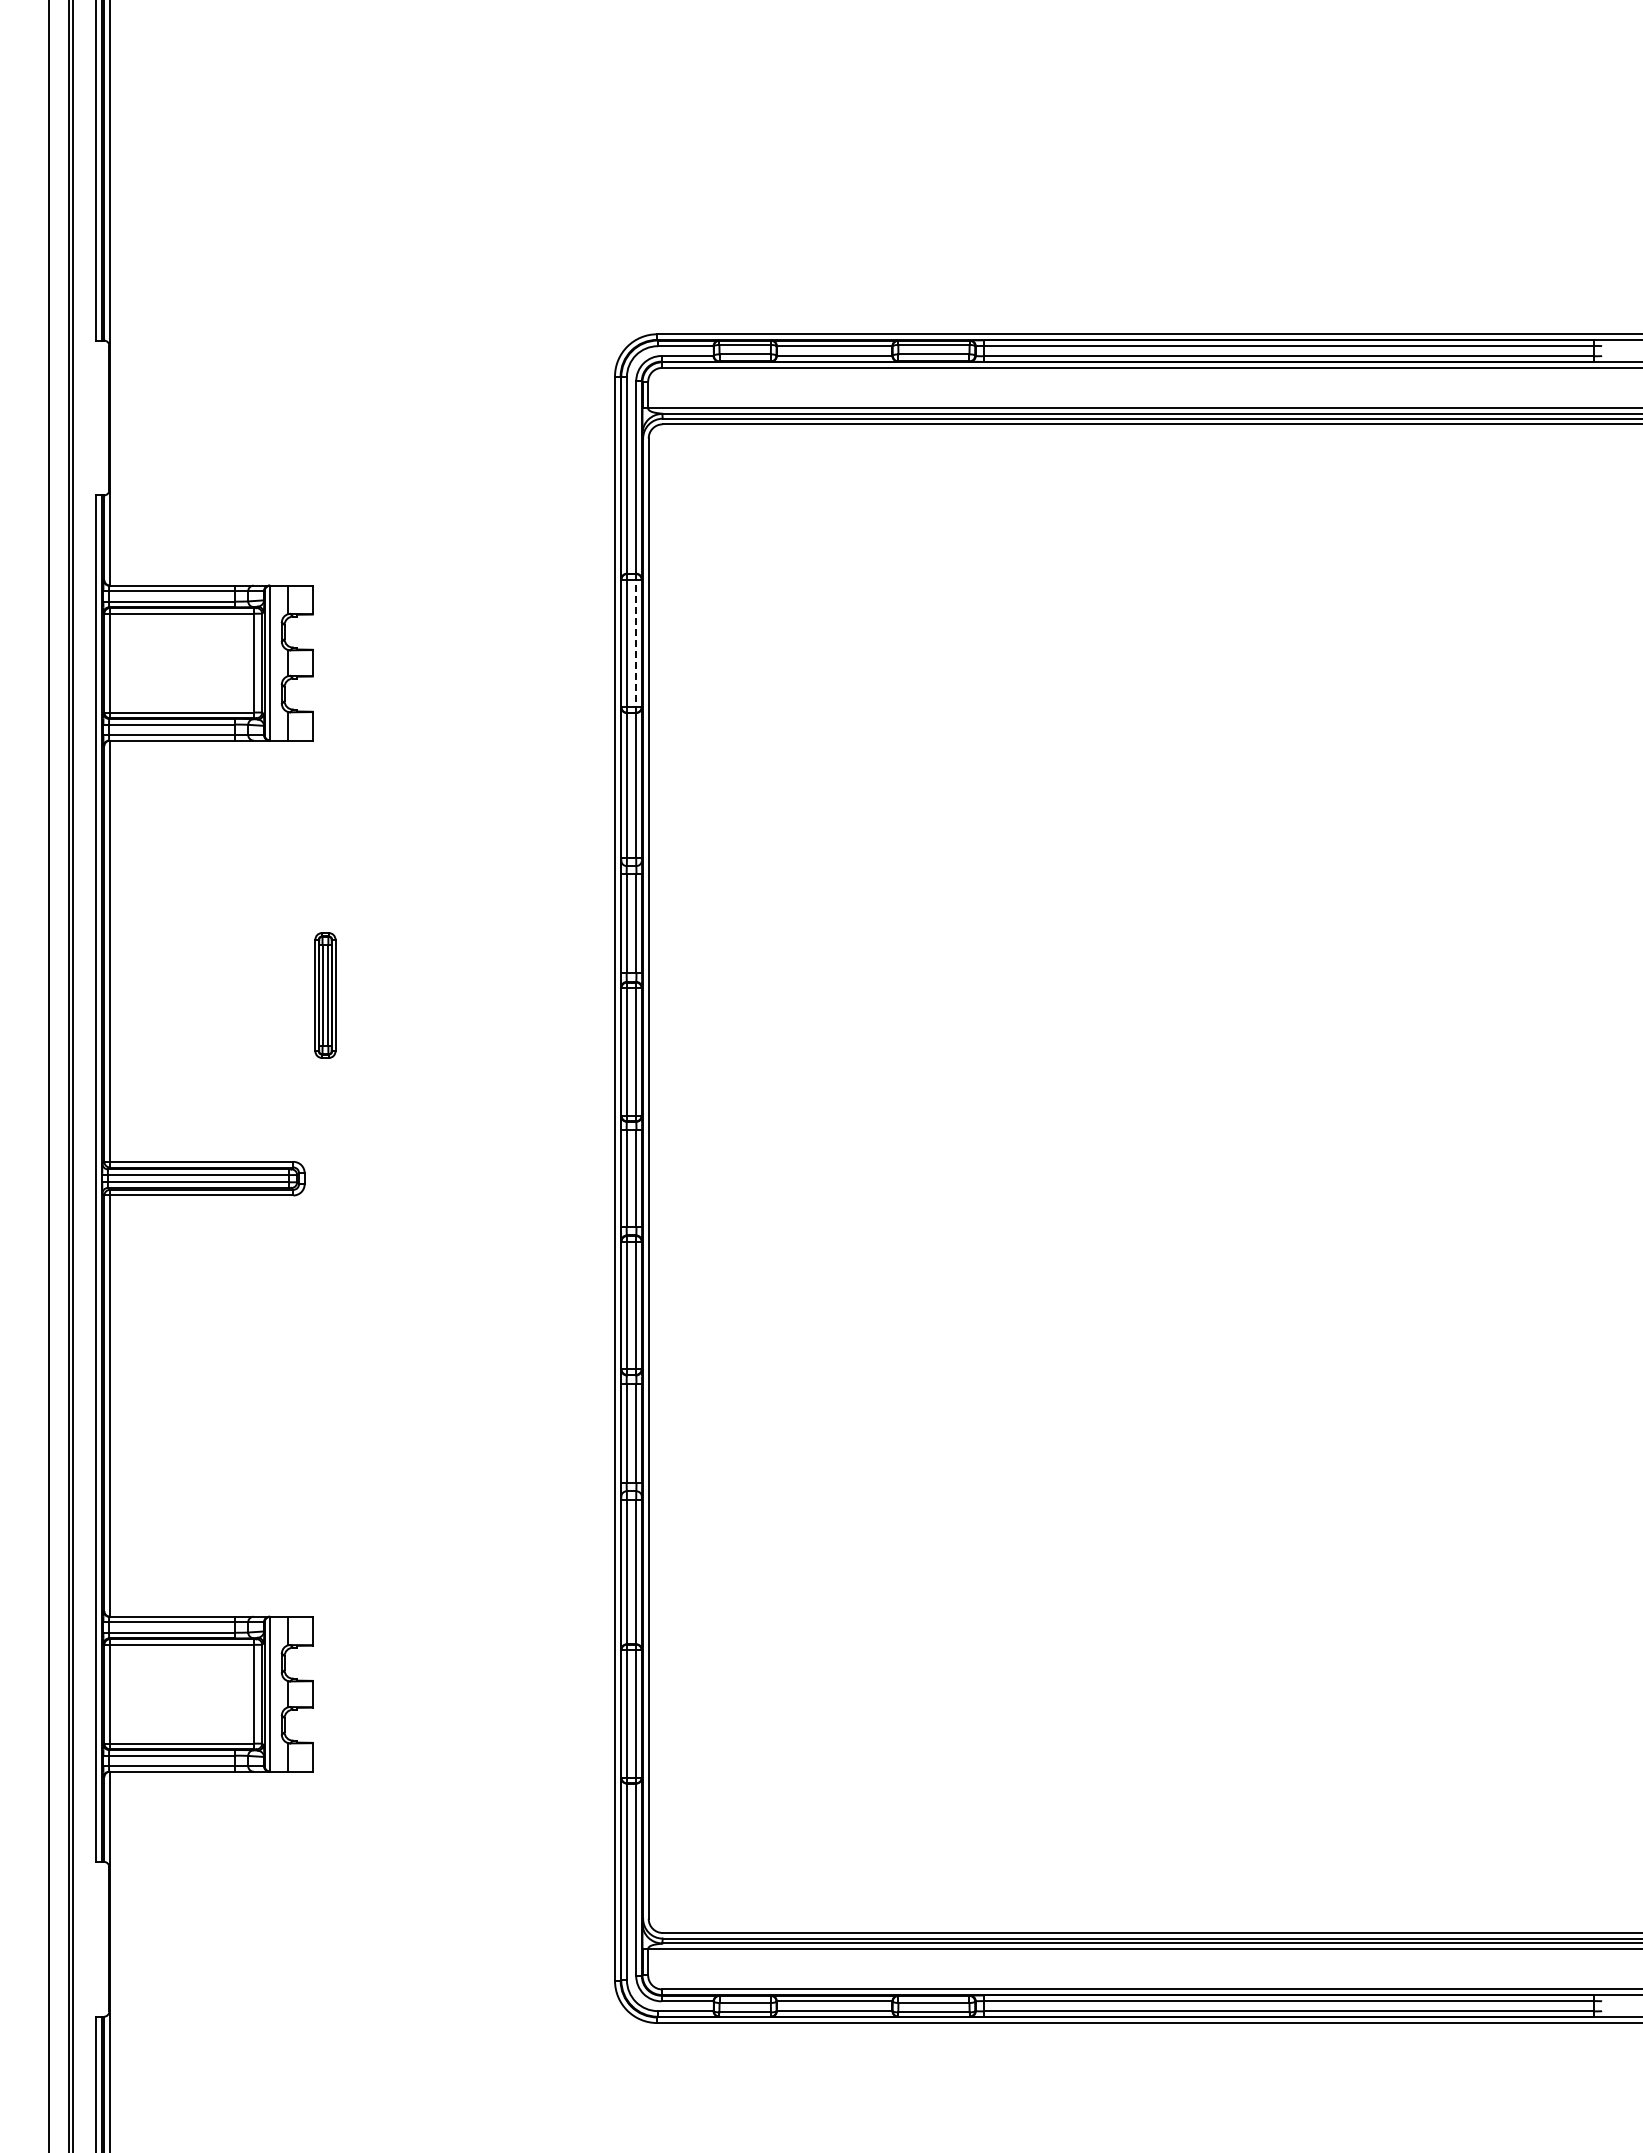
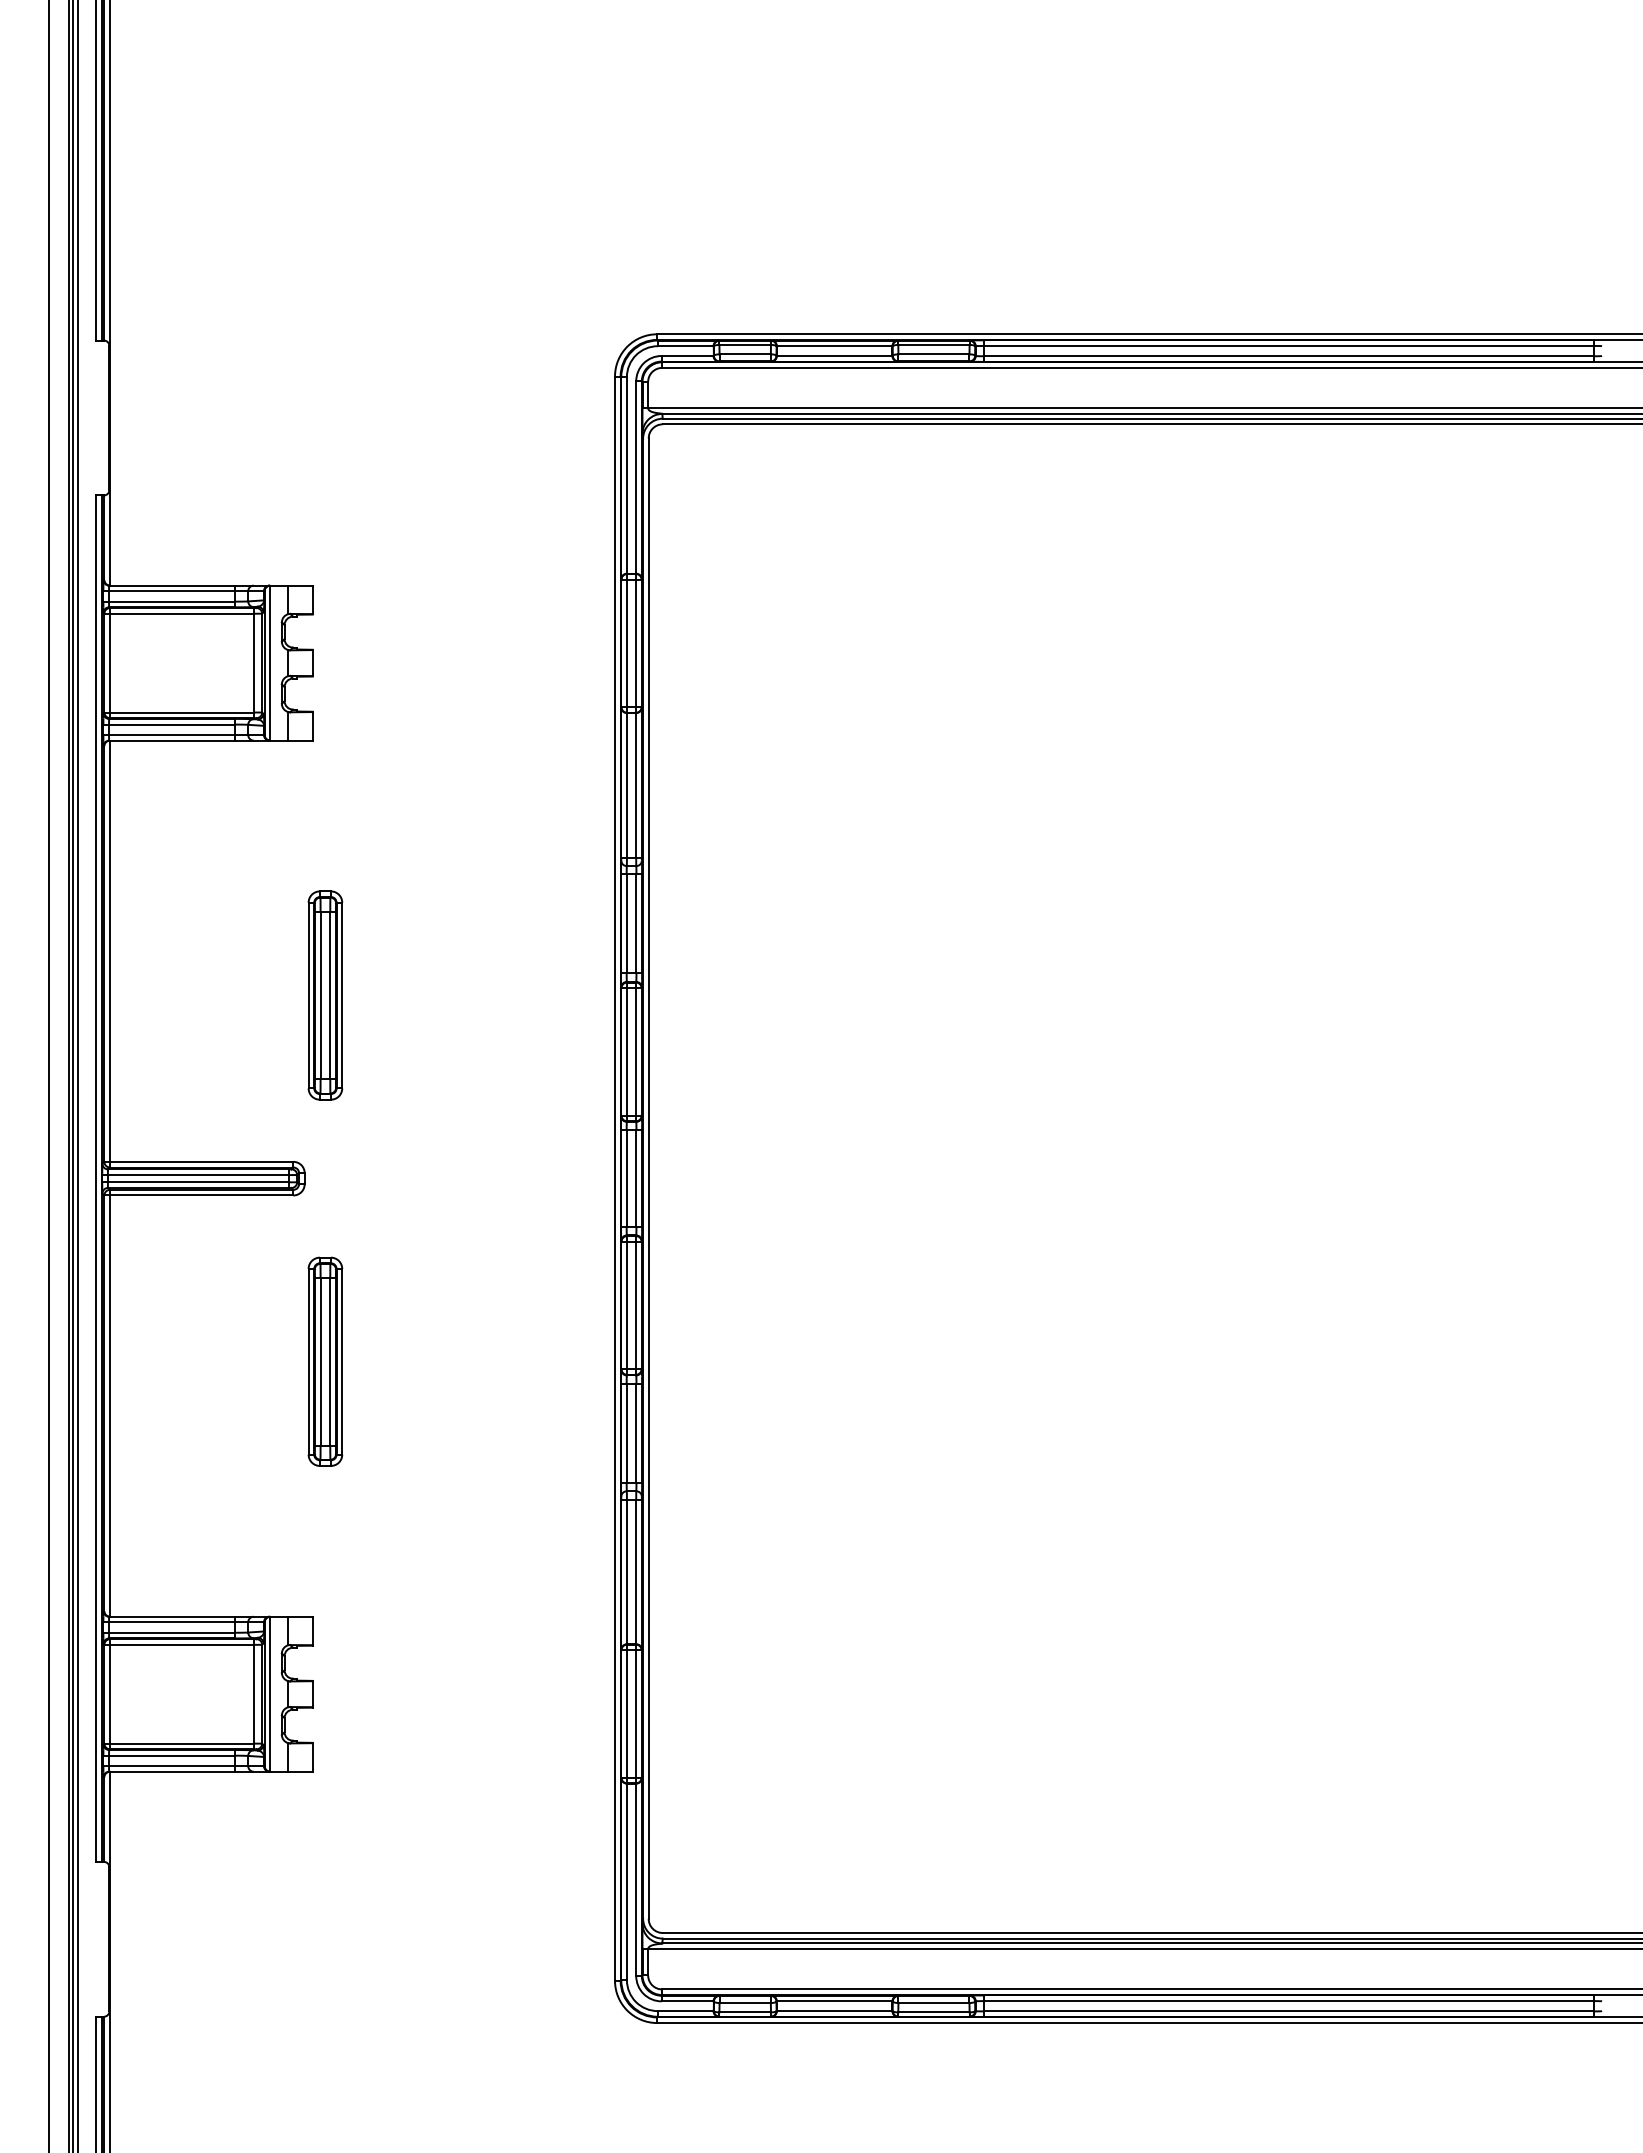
line at (636, 642): dashed -> solid
part at (325, 995) size: 23x127 px -> 37x211 px
line at (78, 1075): none -> present
part at (325, 1361): none -> present
